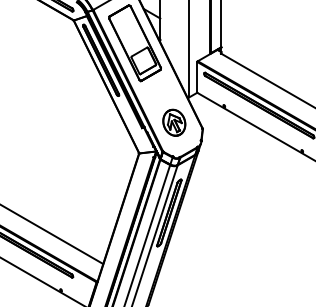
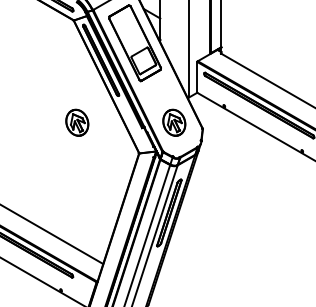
part at (77, 122): none -> present
